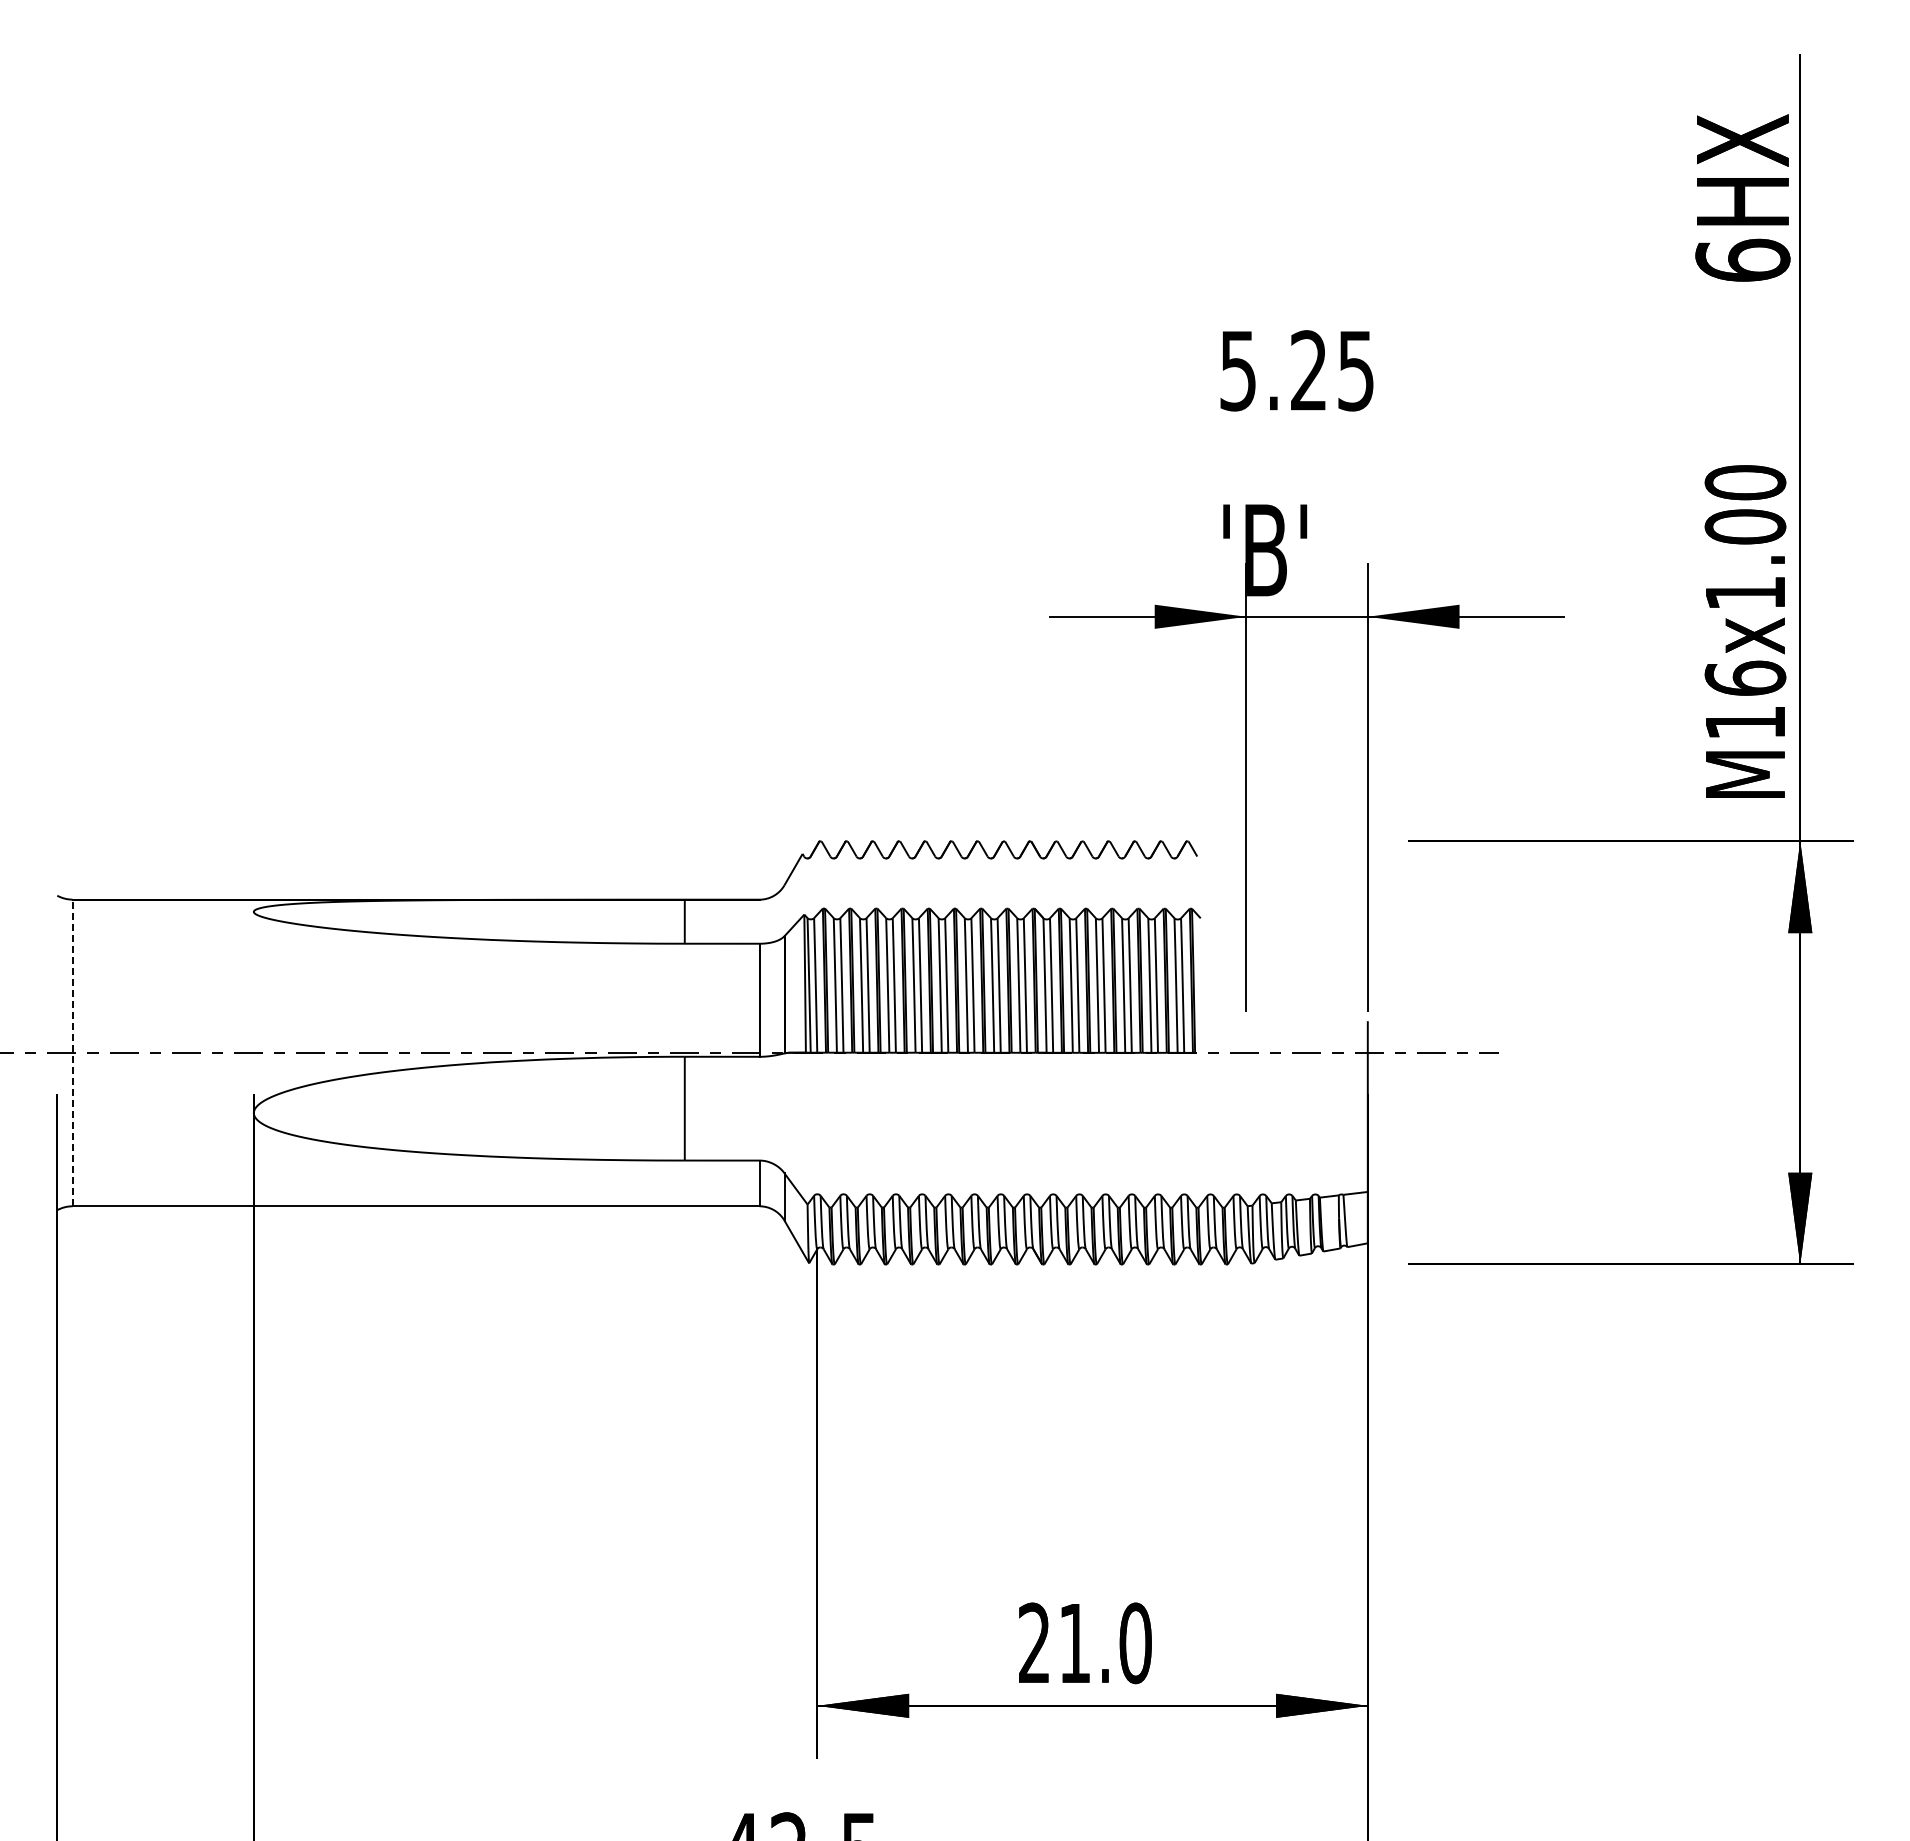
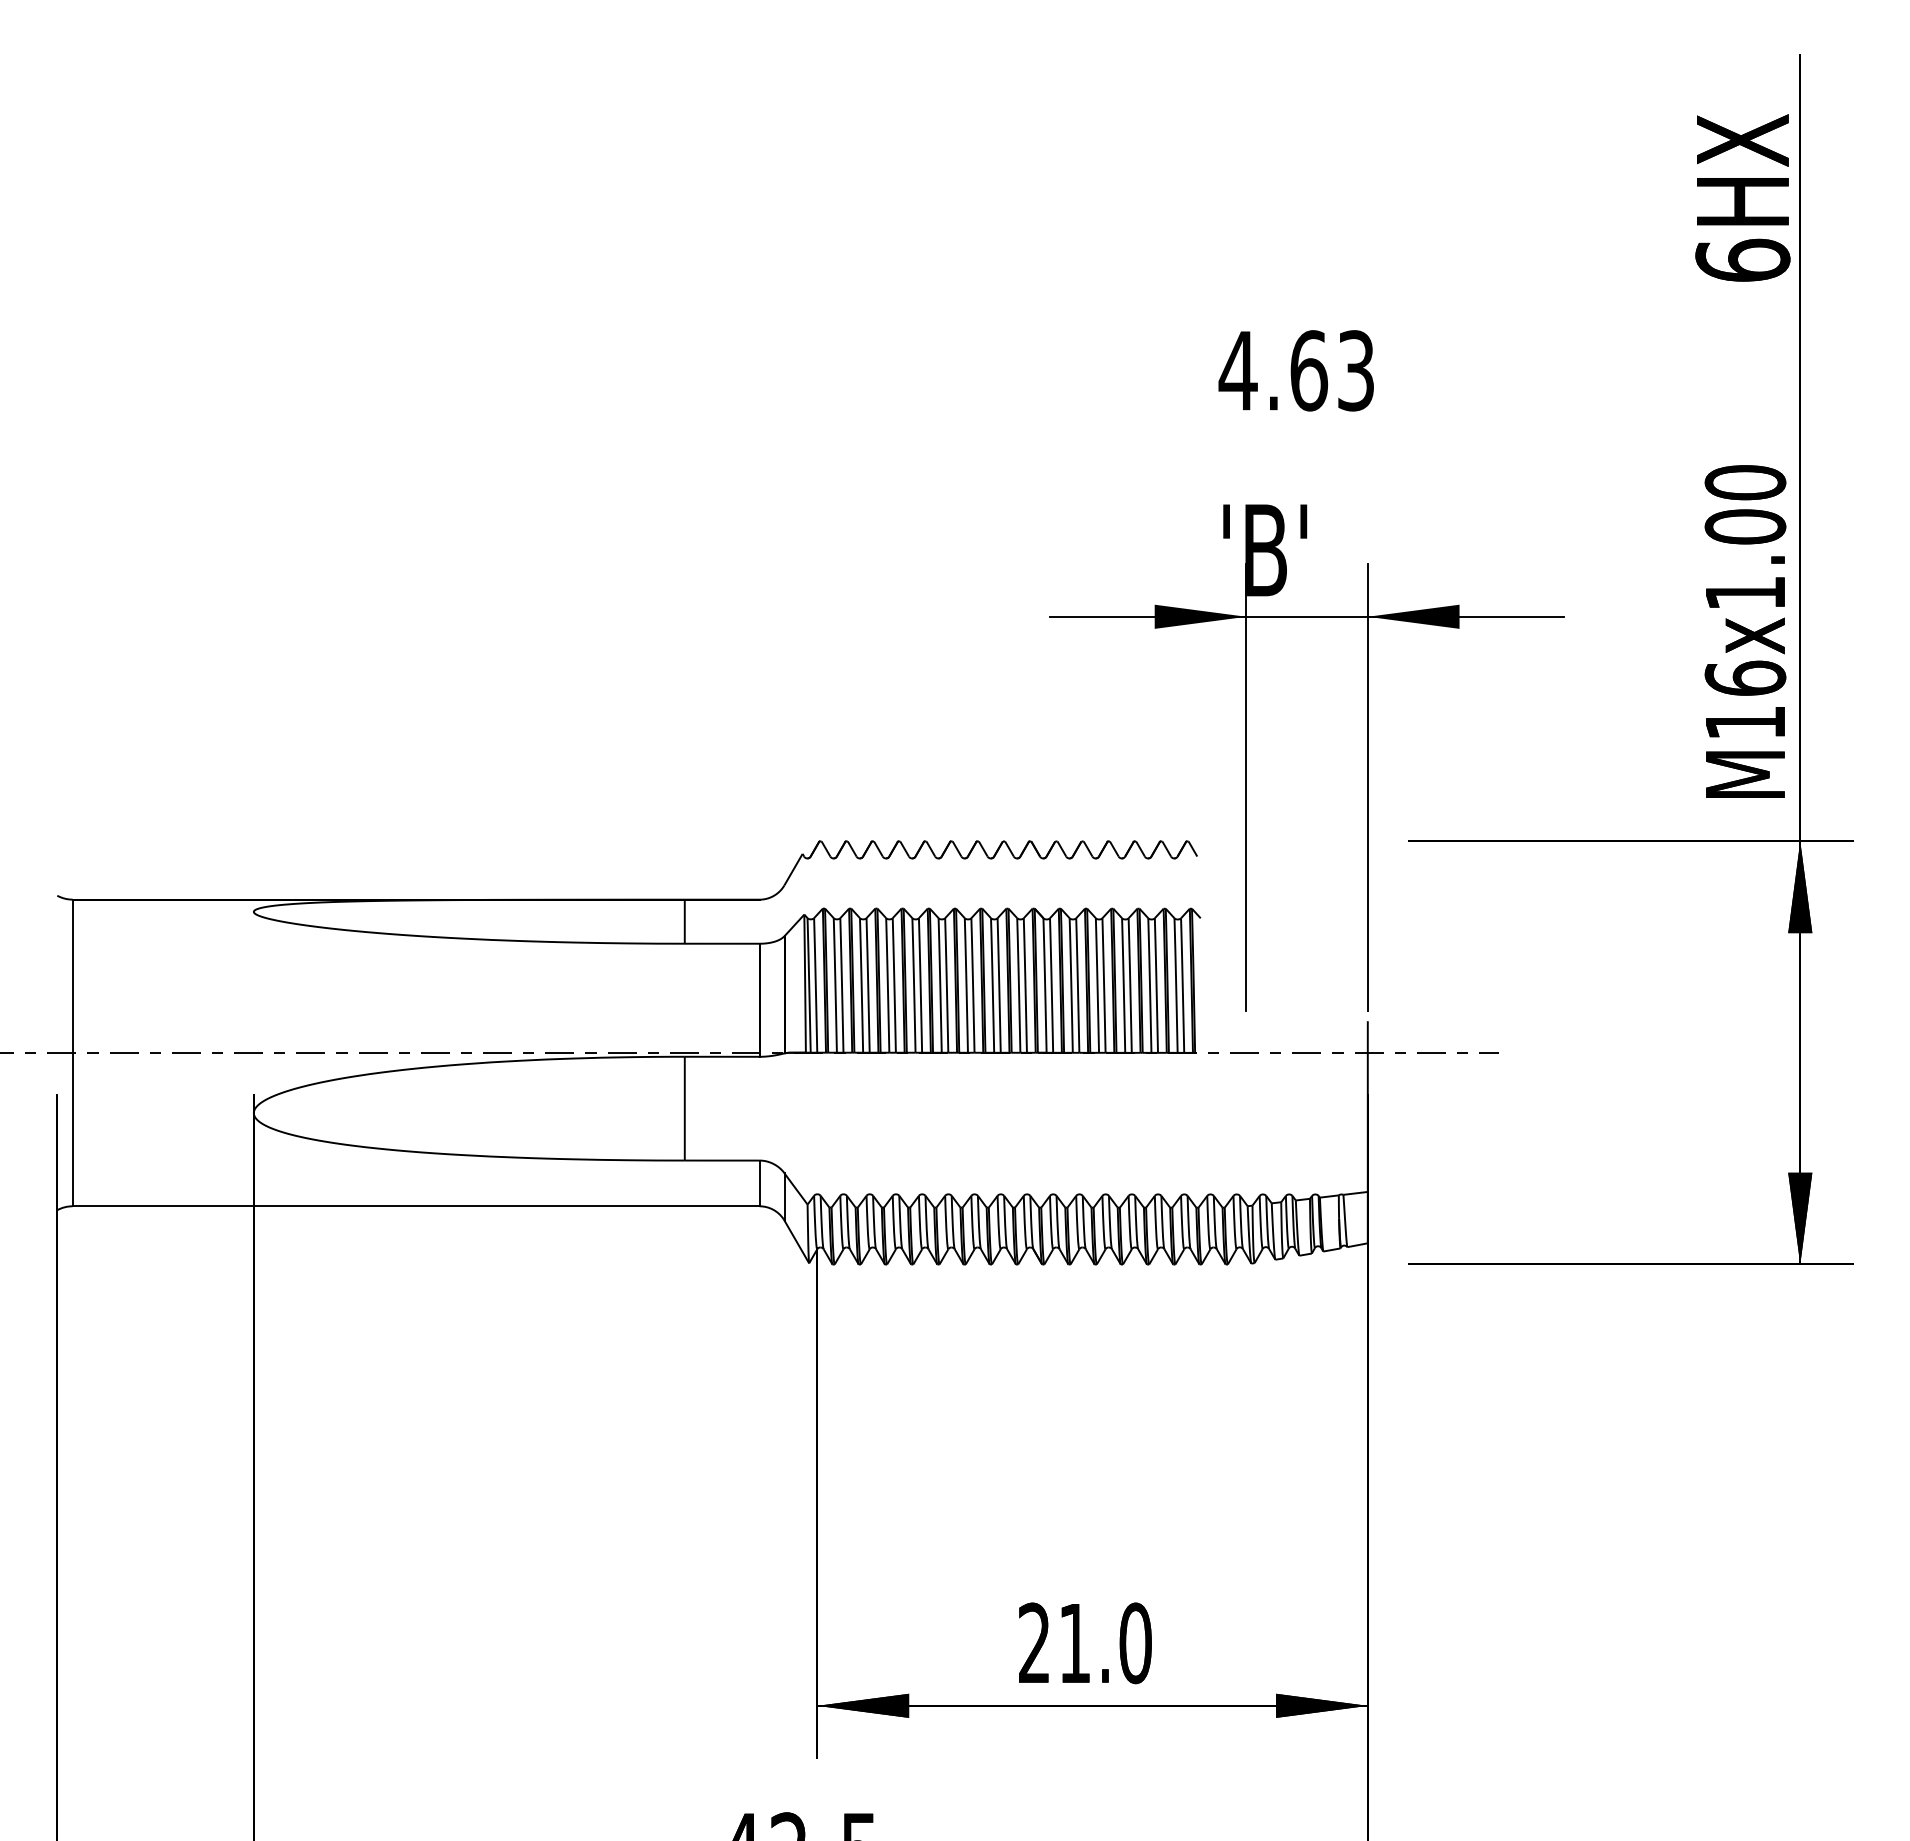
text at (1295, 370): 5.25 -> 4.63
line at (72, 1052): dashed -> solid
